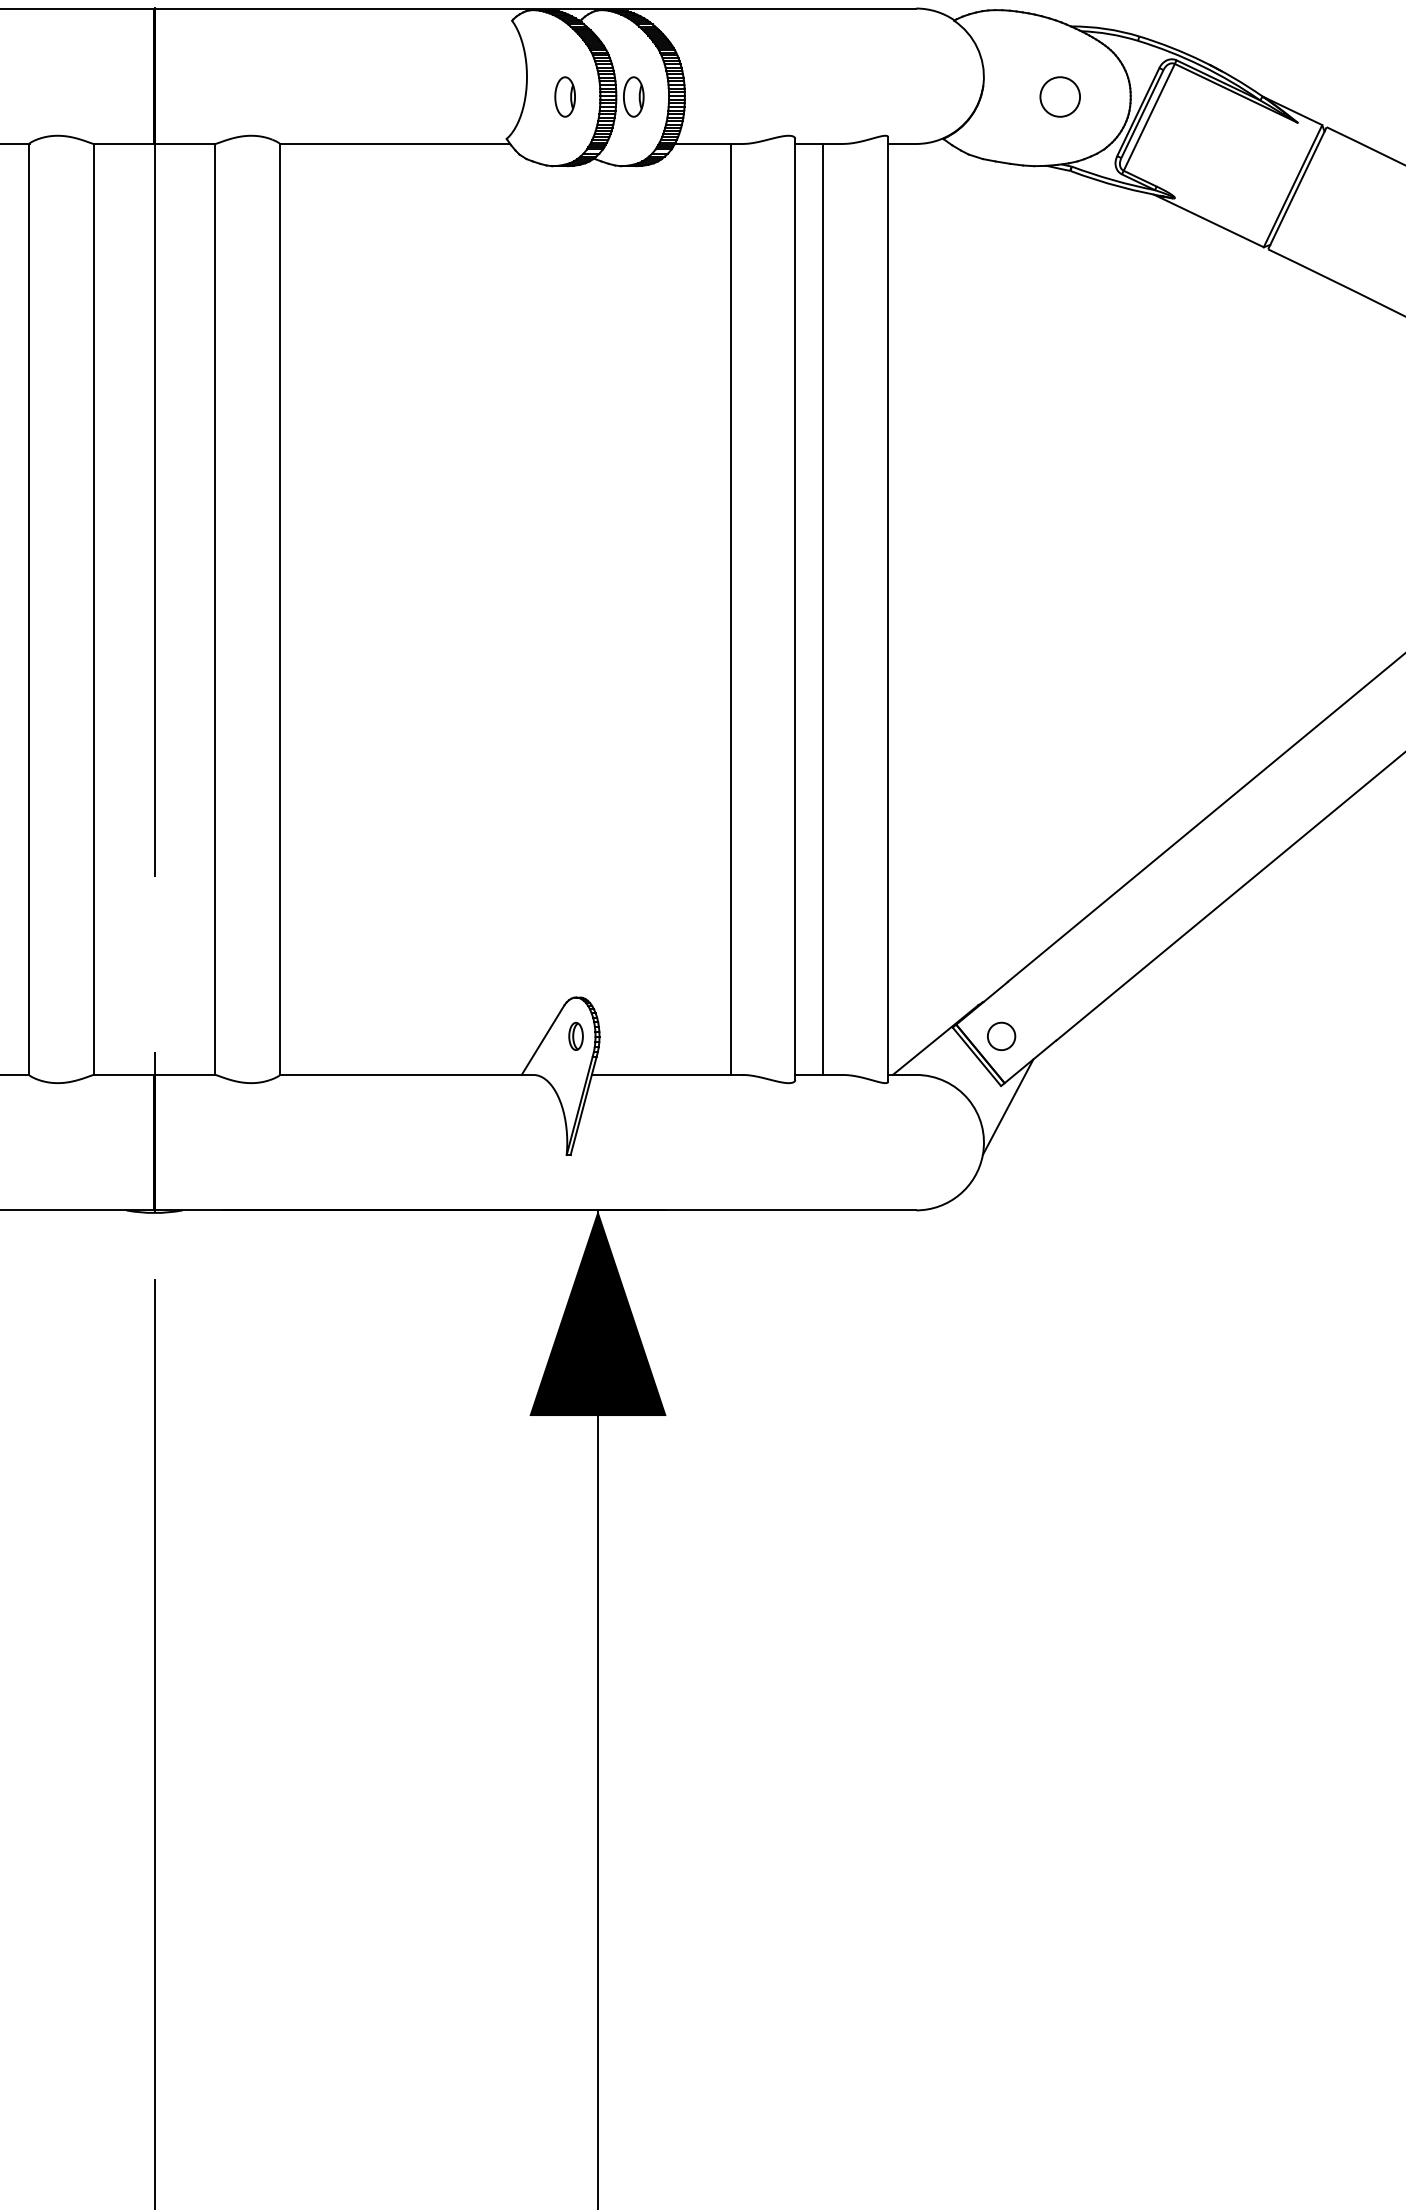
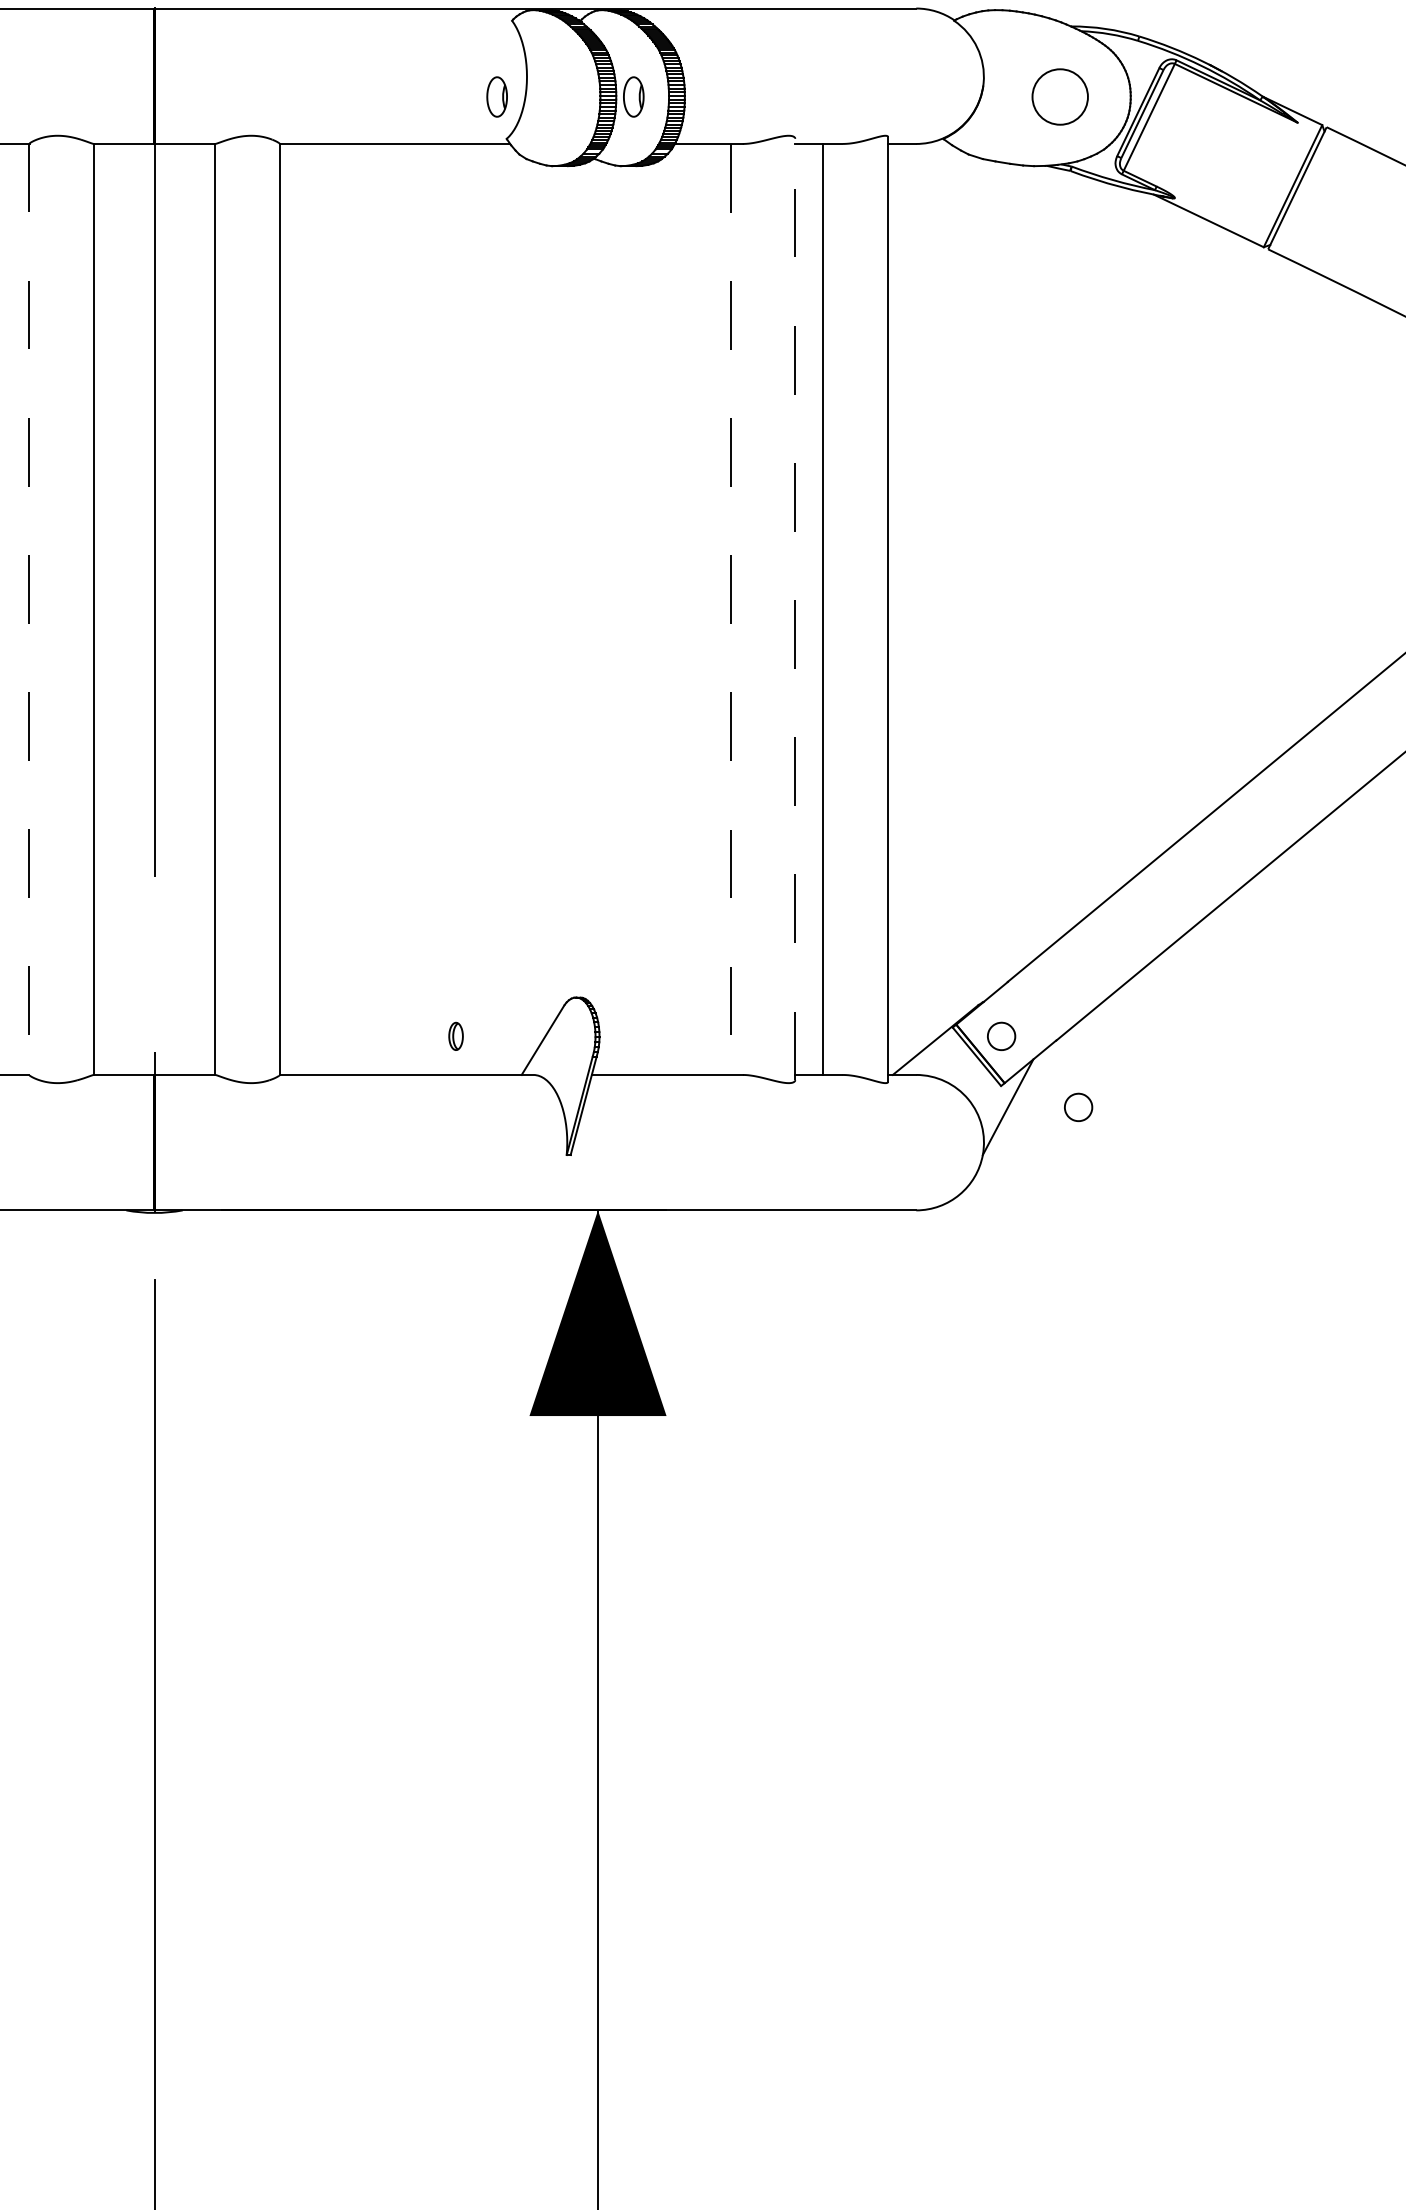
part at (564, 96) position: (564, 96) -> (496, 96)
circle at (1060, 96) diameter: 40 px -> 55 px
line at (29, 609): solid -> dashed
line at (730, 609): solid -> dashed
line at (795, 609): solid -> dashed
part at (575, 1035) position: (575, 1035) -> (455, 1035)
part at (1078, 1106): none -> present
